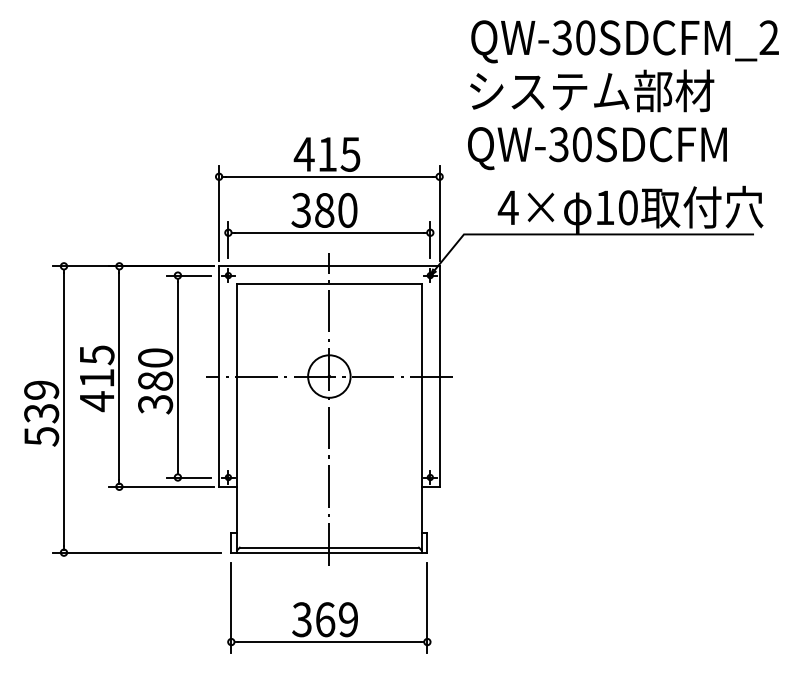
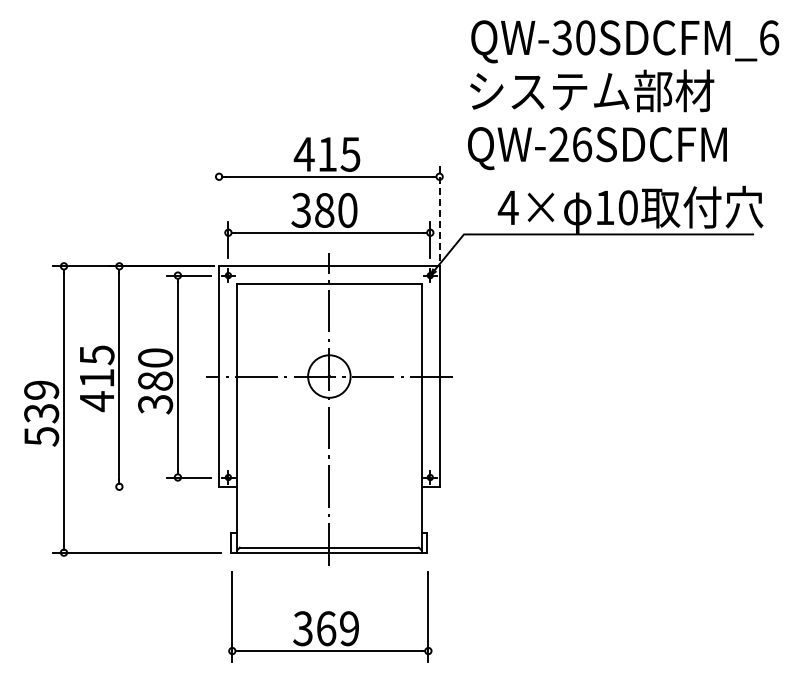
text at (769, 37): QW-30SDCFM_2 -> QW-30SDCFM_6
text at (570, 144): QW-30SDCFM -> QW-26SDCFM
line at (219, 213): present -> none
line at (439, 213): solid -> dashed
line at (160, 486): present -> none
part at (329, 607) position: (329, 607) -> (330, 616)
